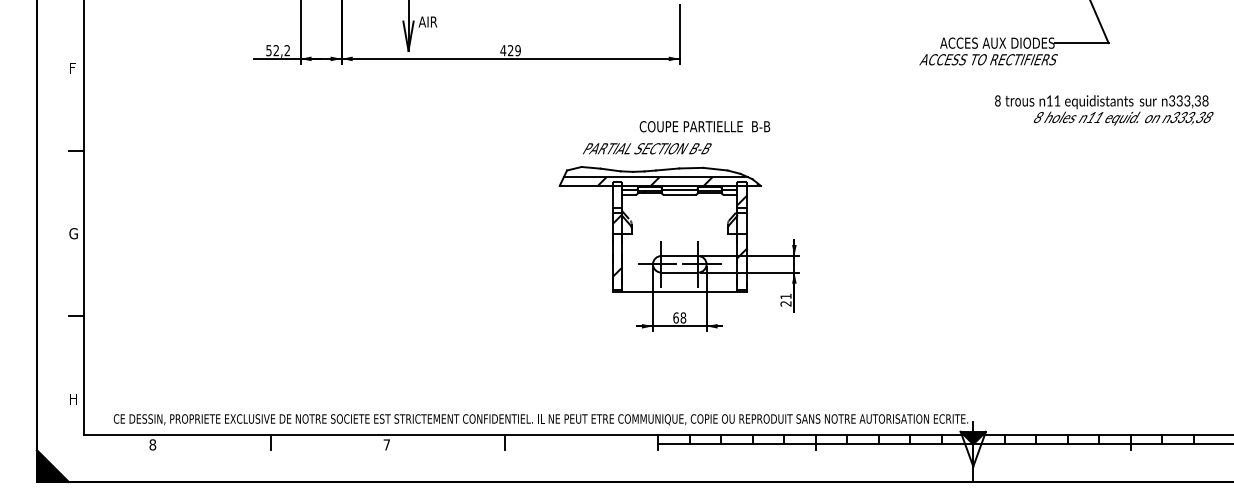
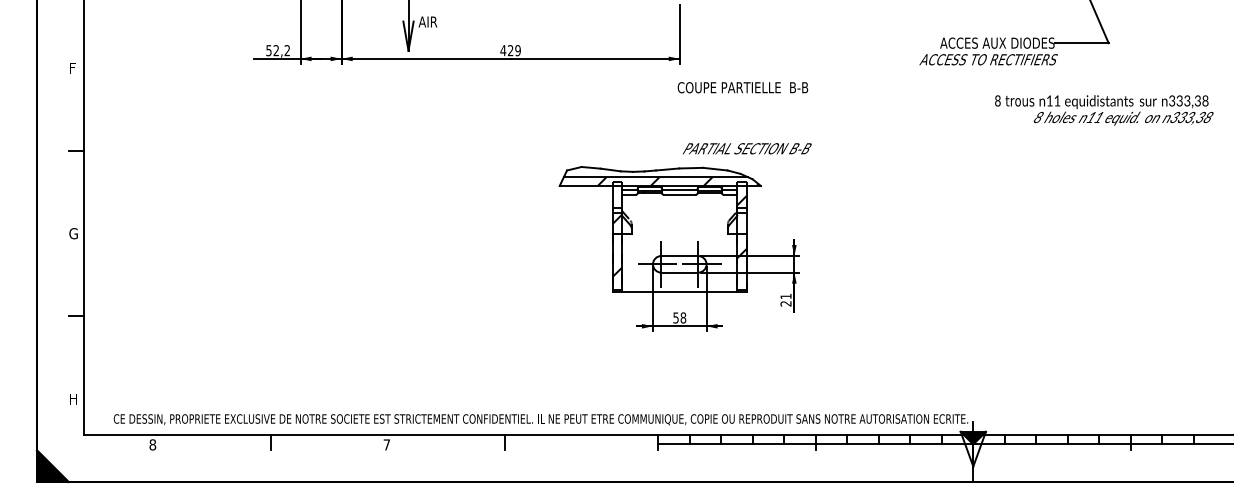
text at (704, 126) position: (704, 126) -> (742, 87)
text at (647, 148) position: (647, 148) -> (747, 148)
text at (675, 317): 68 -> 58
